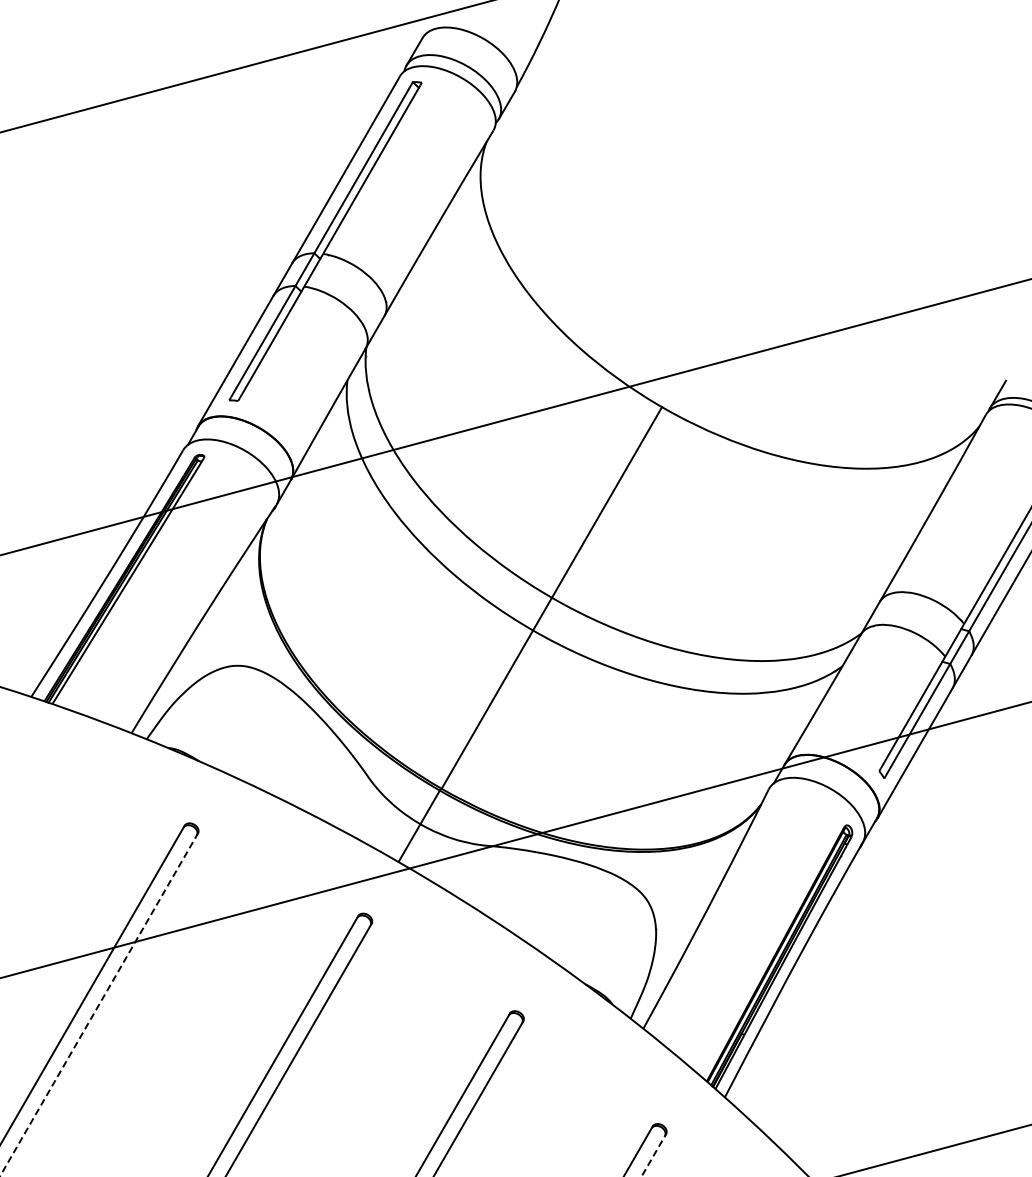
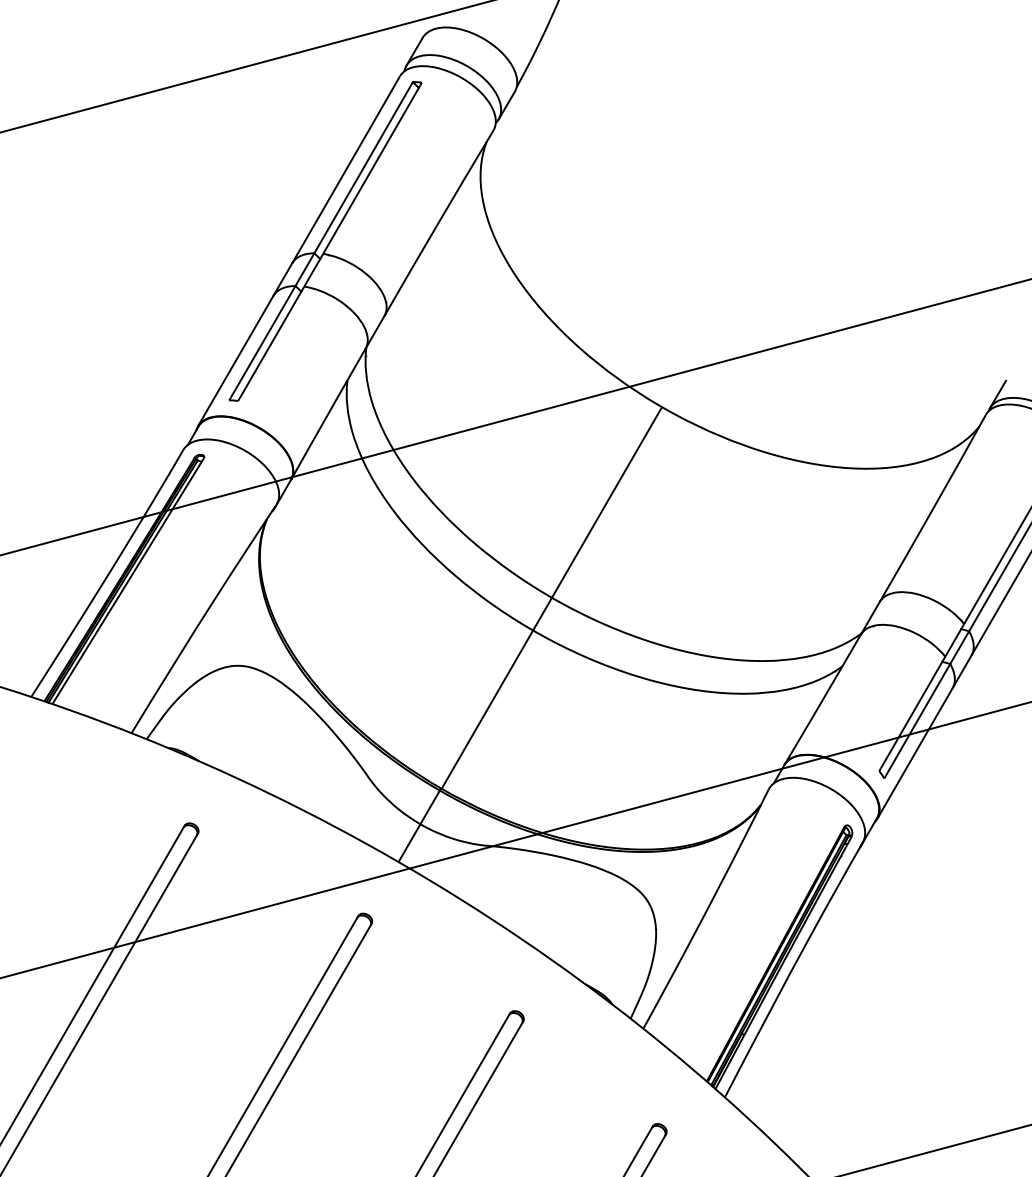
line at (99, 1004): dashed -> solid
line at (654, 1154): dashed -> solid
